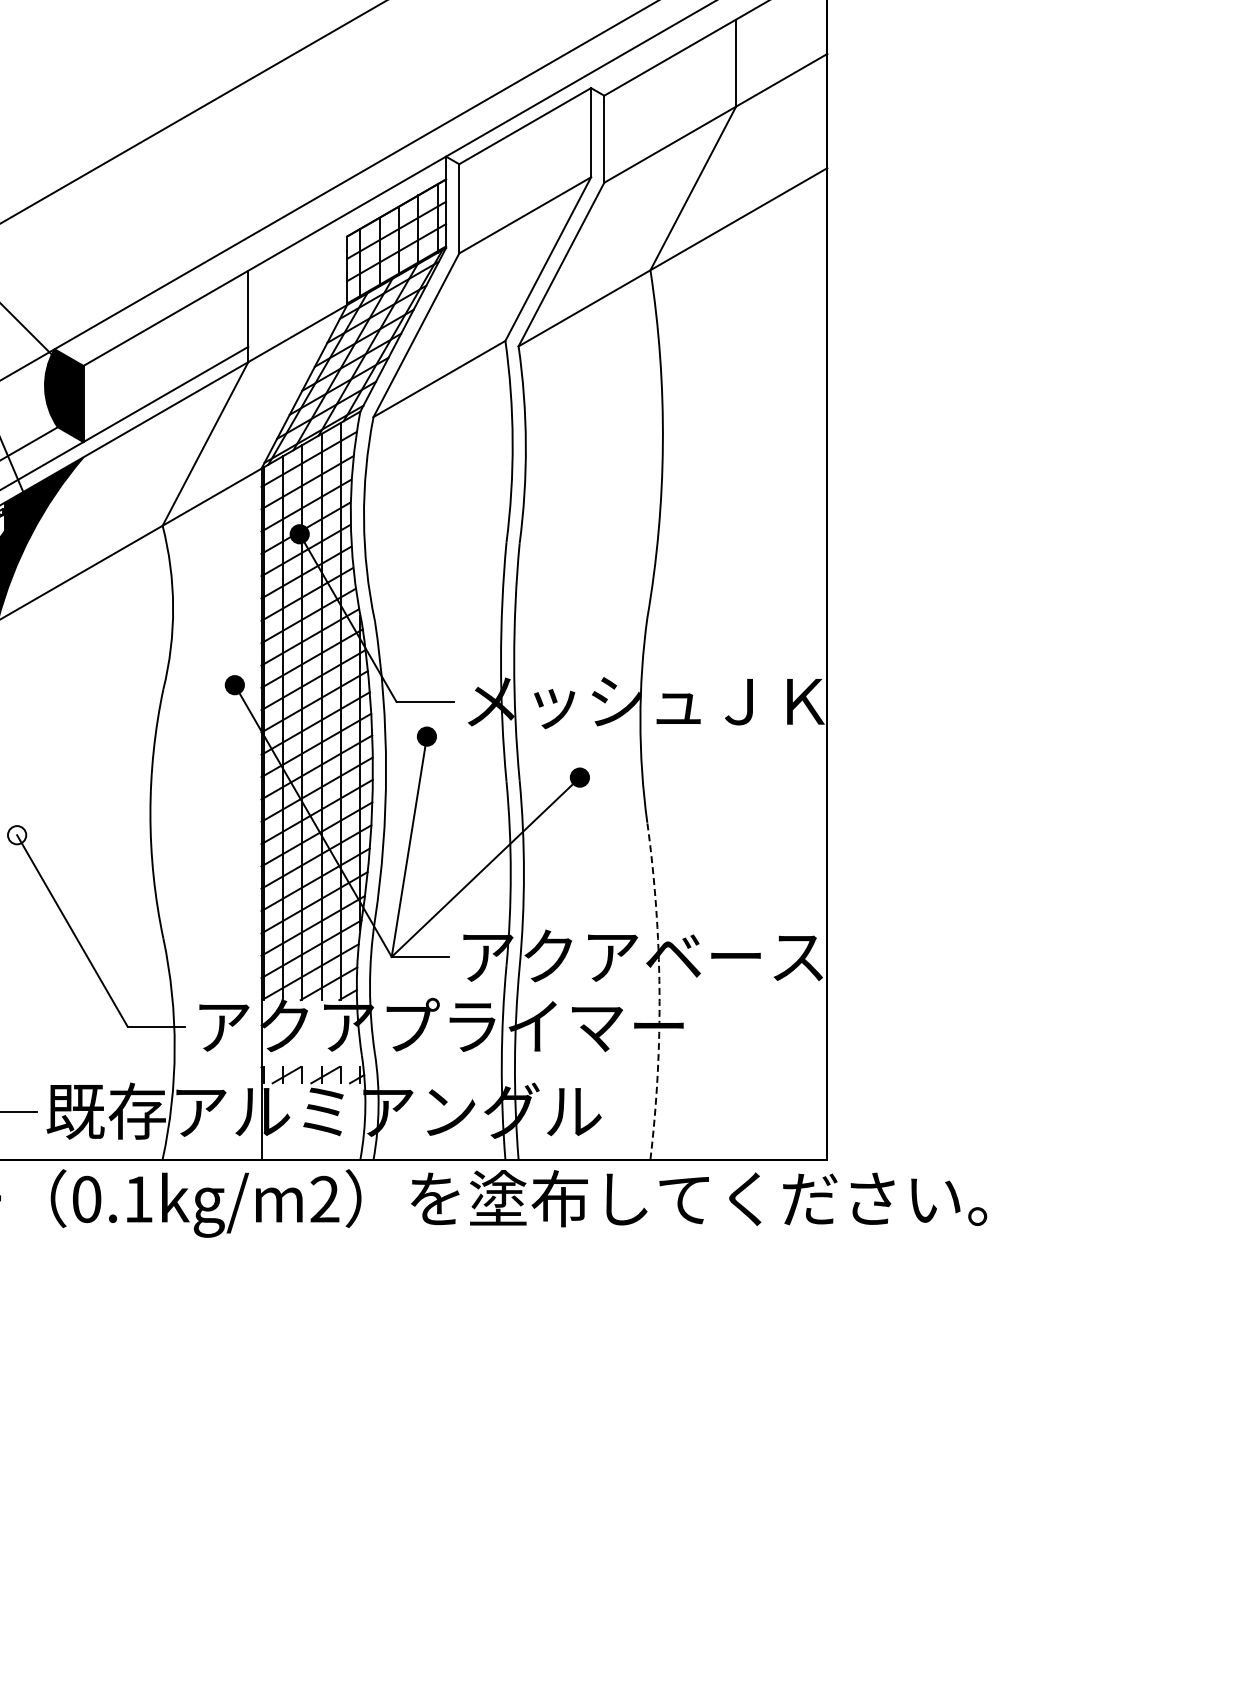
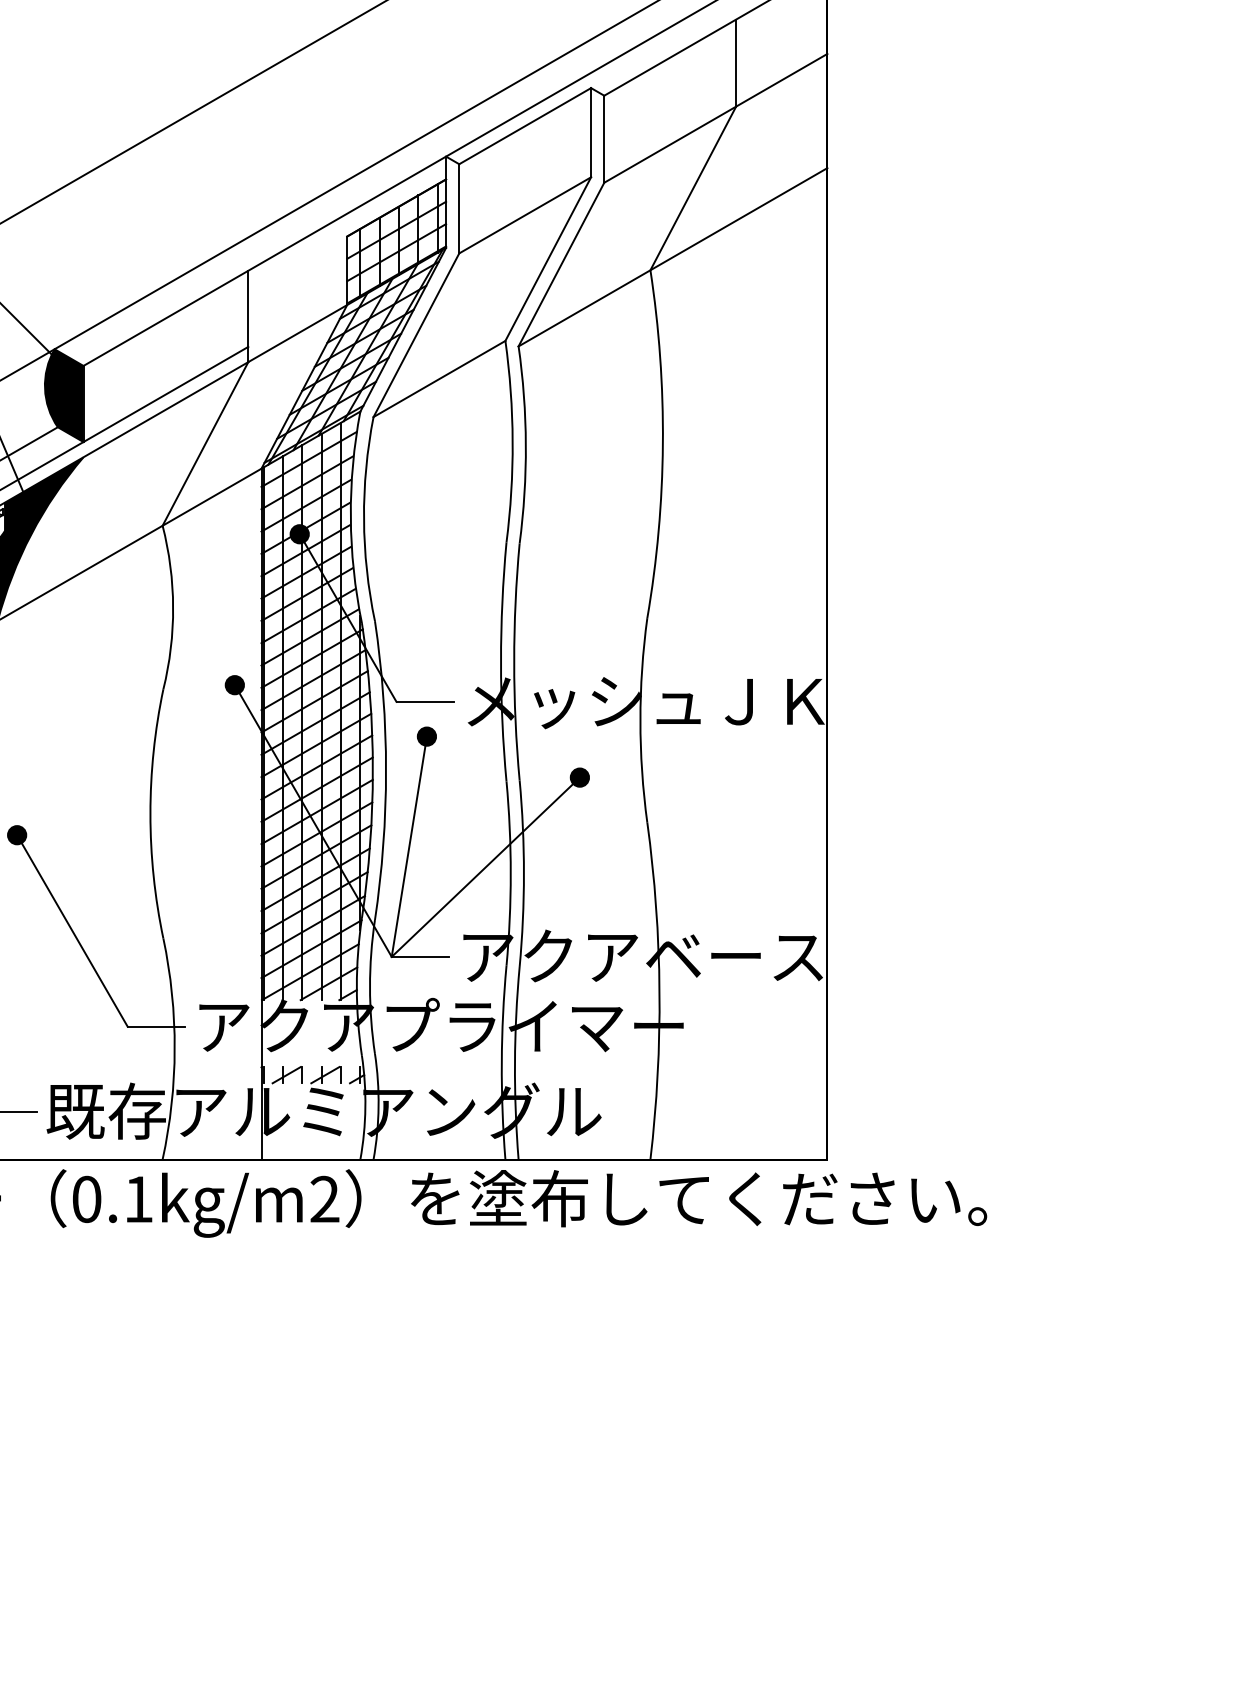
fill at (17, 835): none -> present
arc at (659, 991): dashed -> solid
